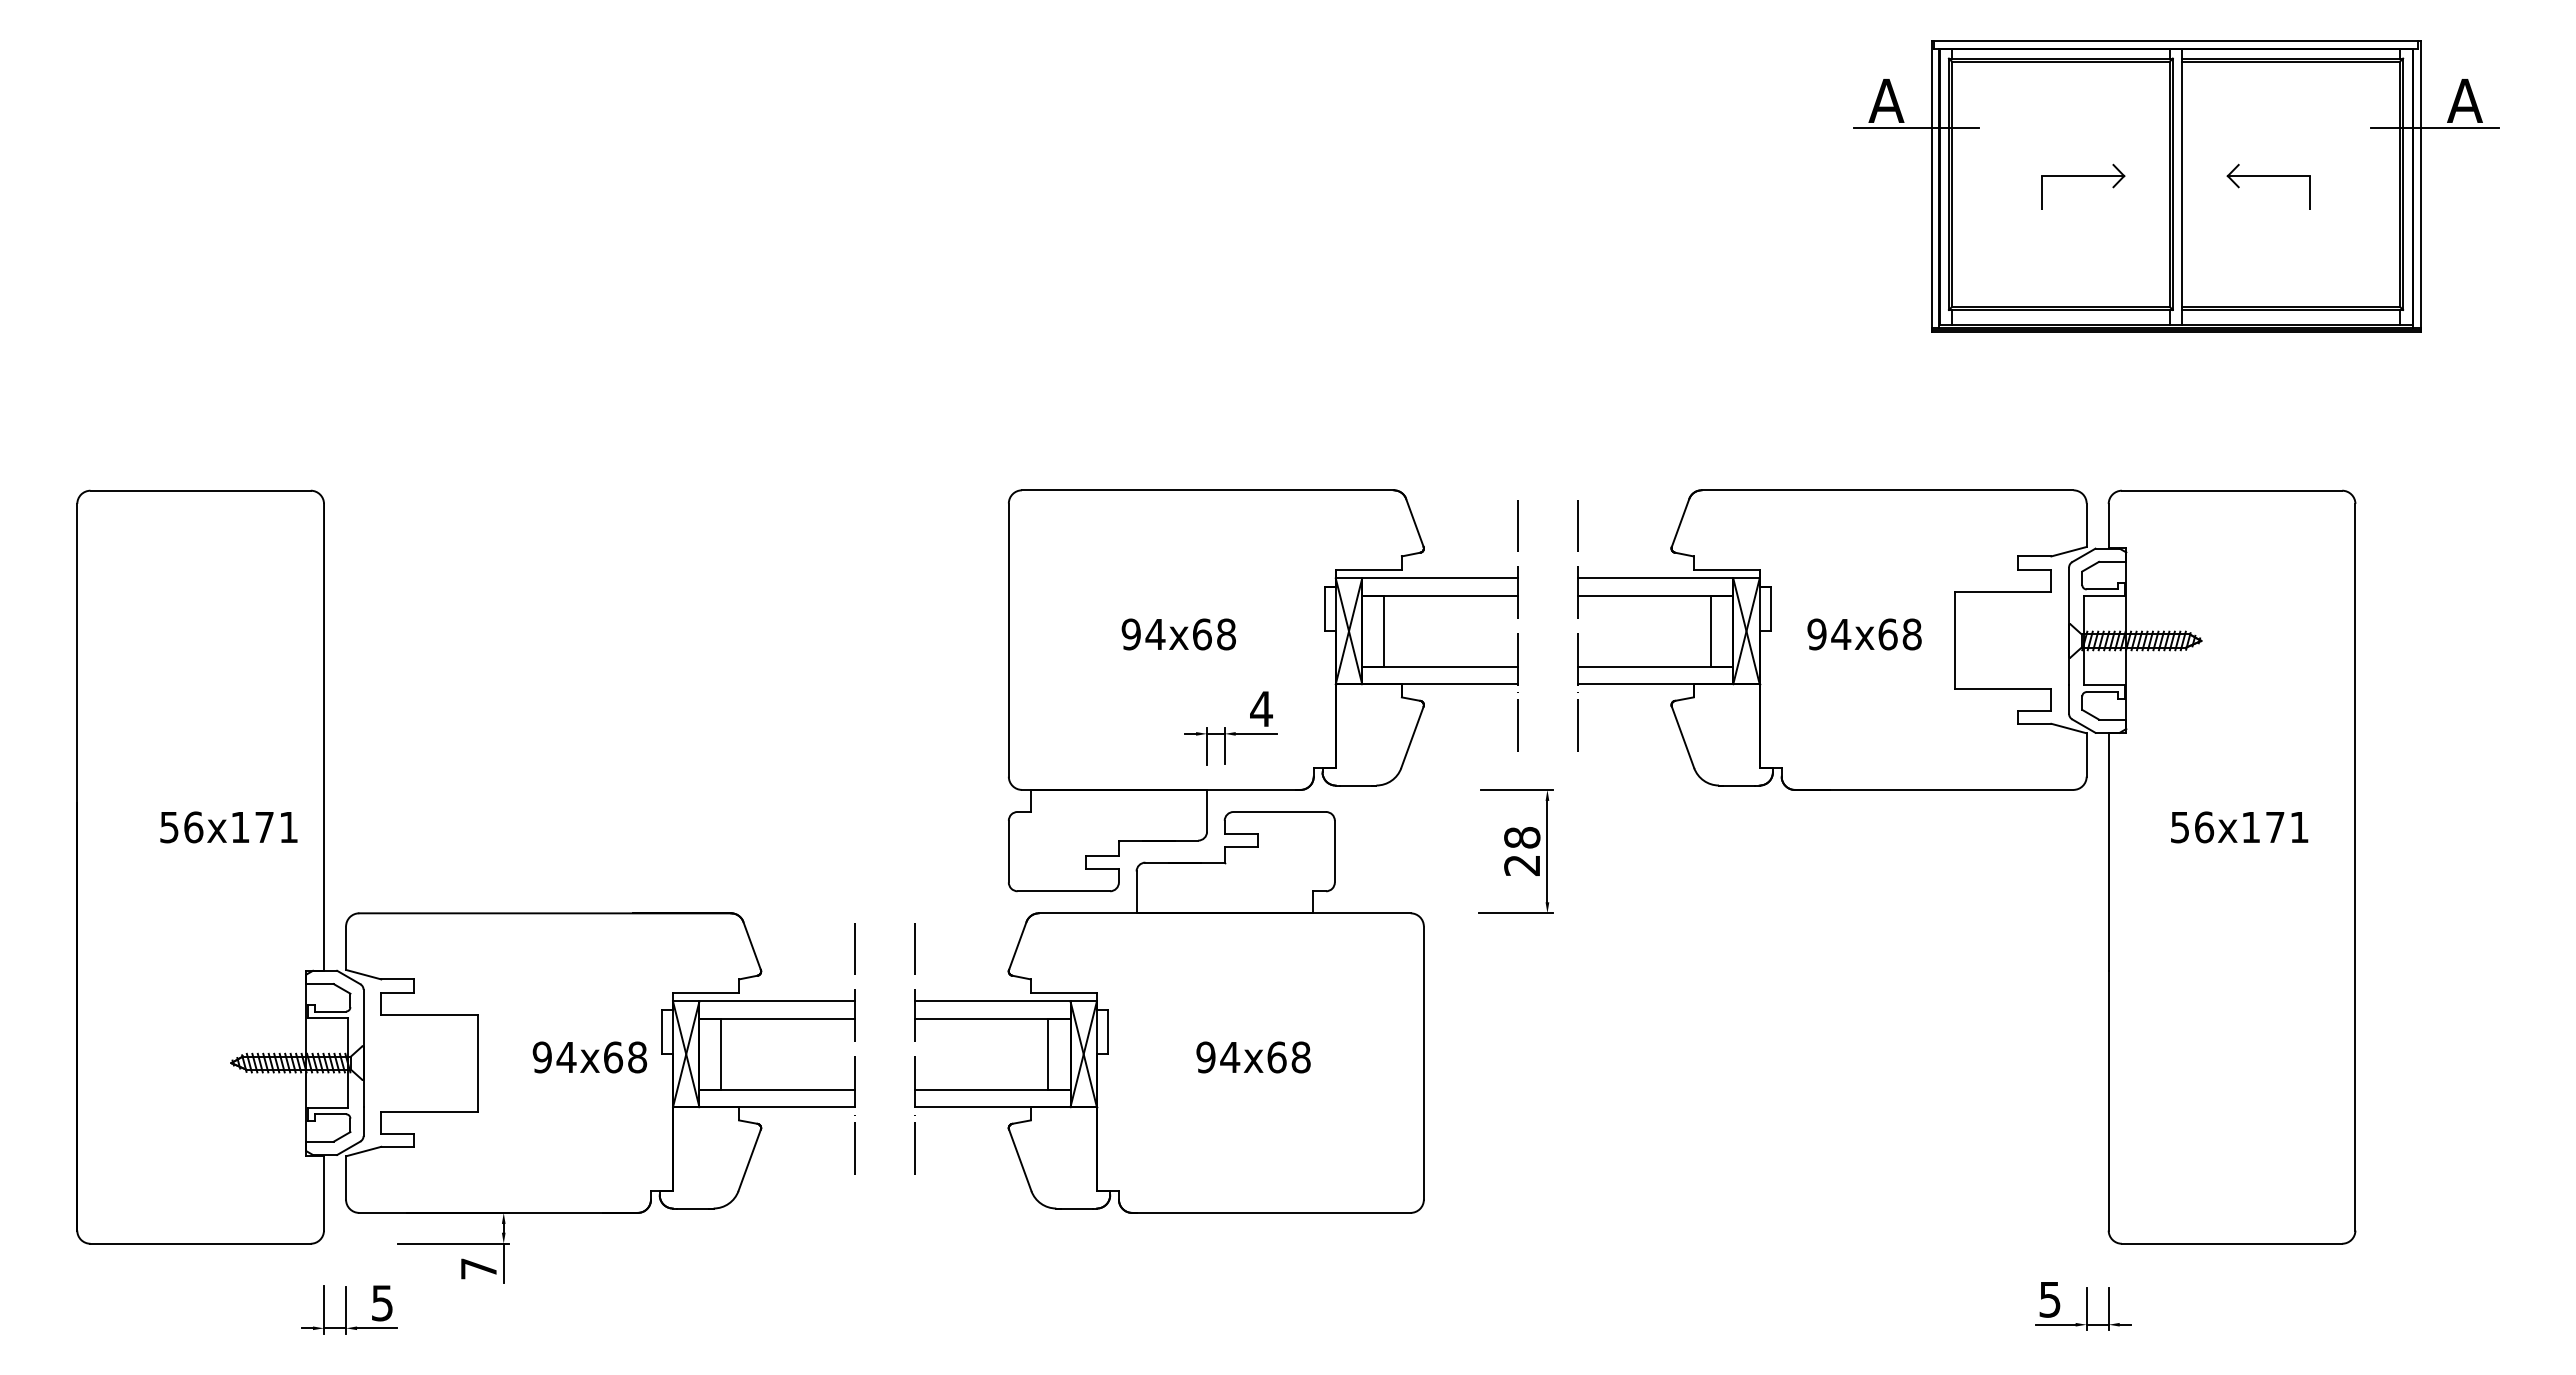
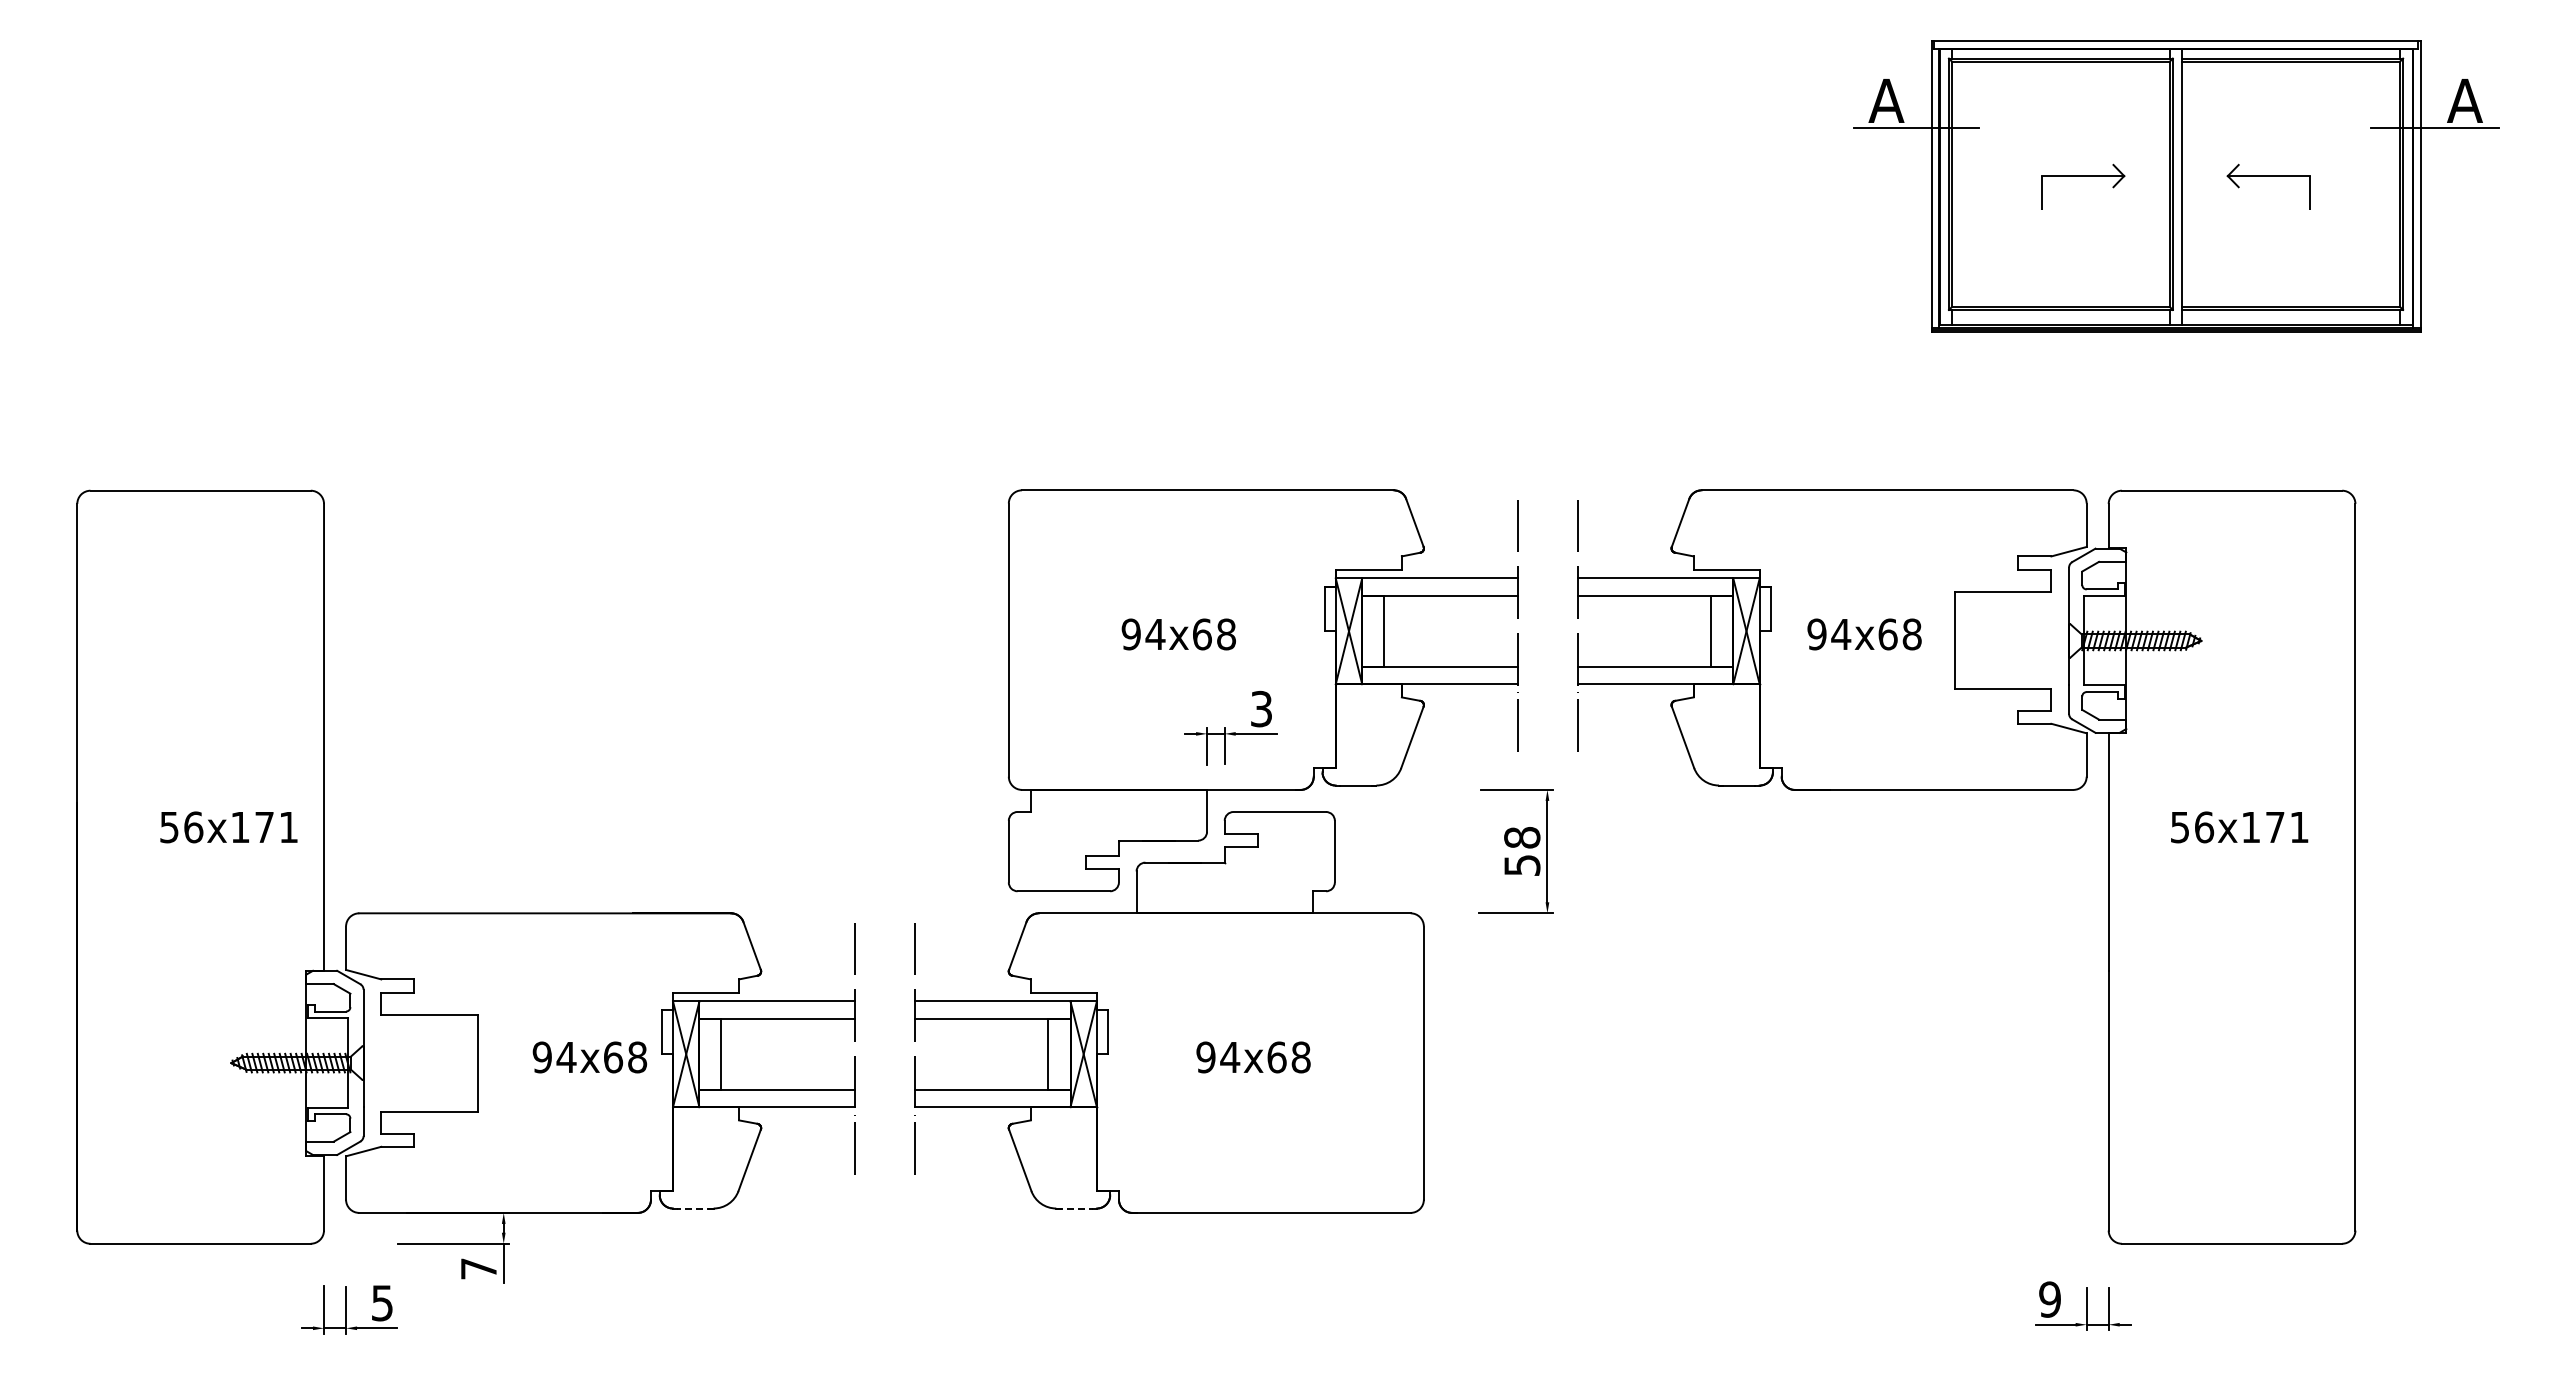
text at (1261, 708): 4 -> 3
text at (1522, 865): 28 -> 58
line at (695, 1208): solid -> dashed
line at (1074, 1208): solid -> dashed
text at (2049, 1299): 5 -> 9
